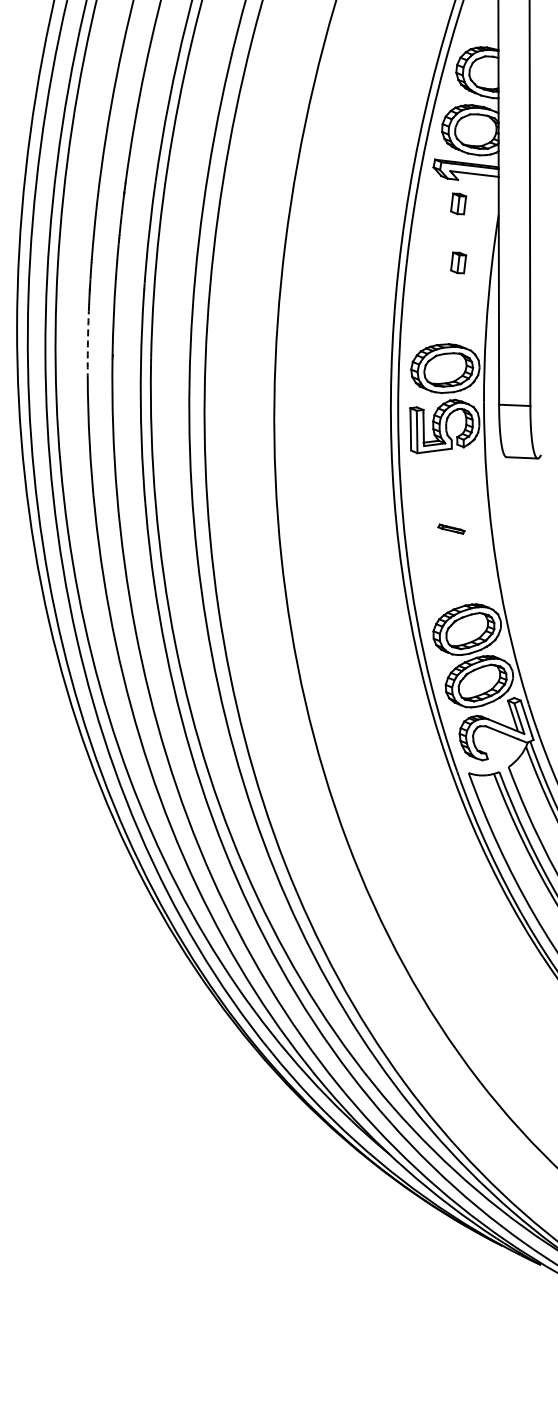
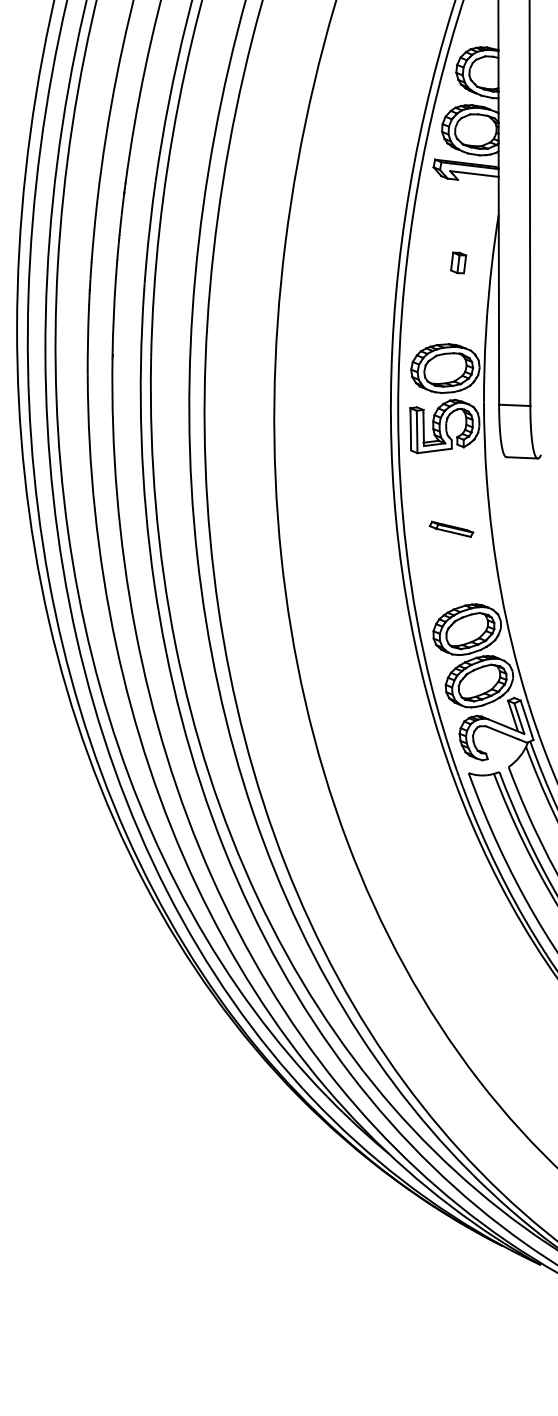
part at (458, 203): present -> none
arc at (87, 341): dashed -> solid
part at (451, 528) size: 29x12 px -> 47x18 px
